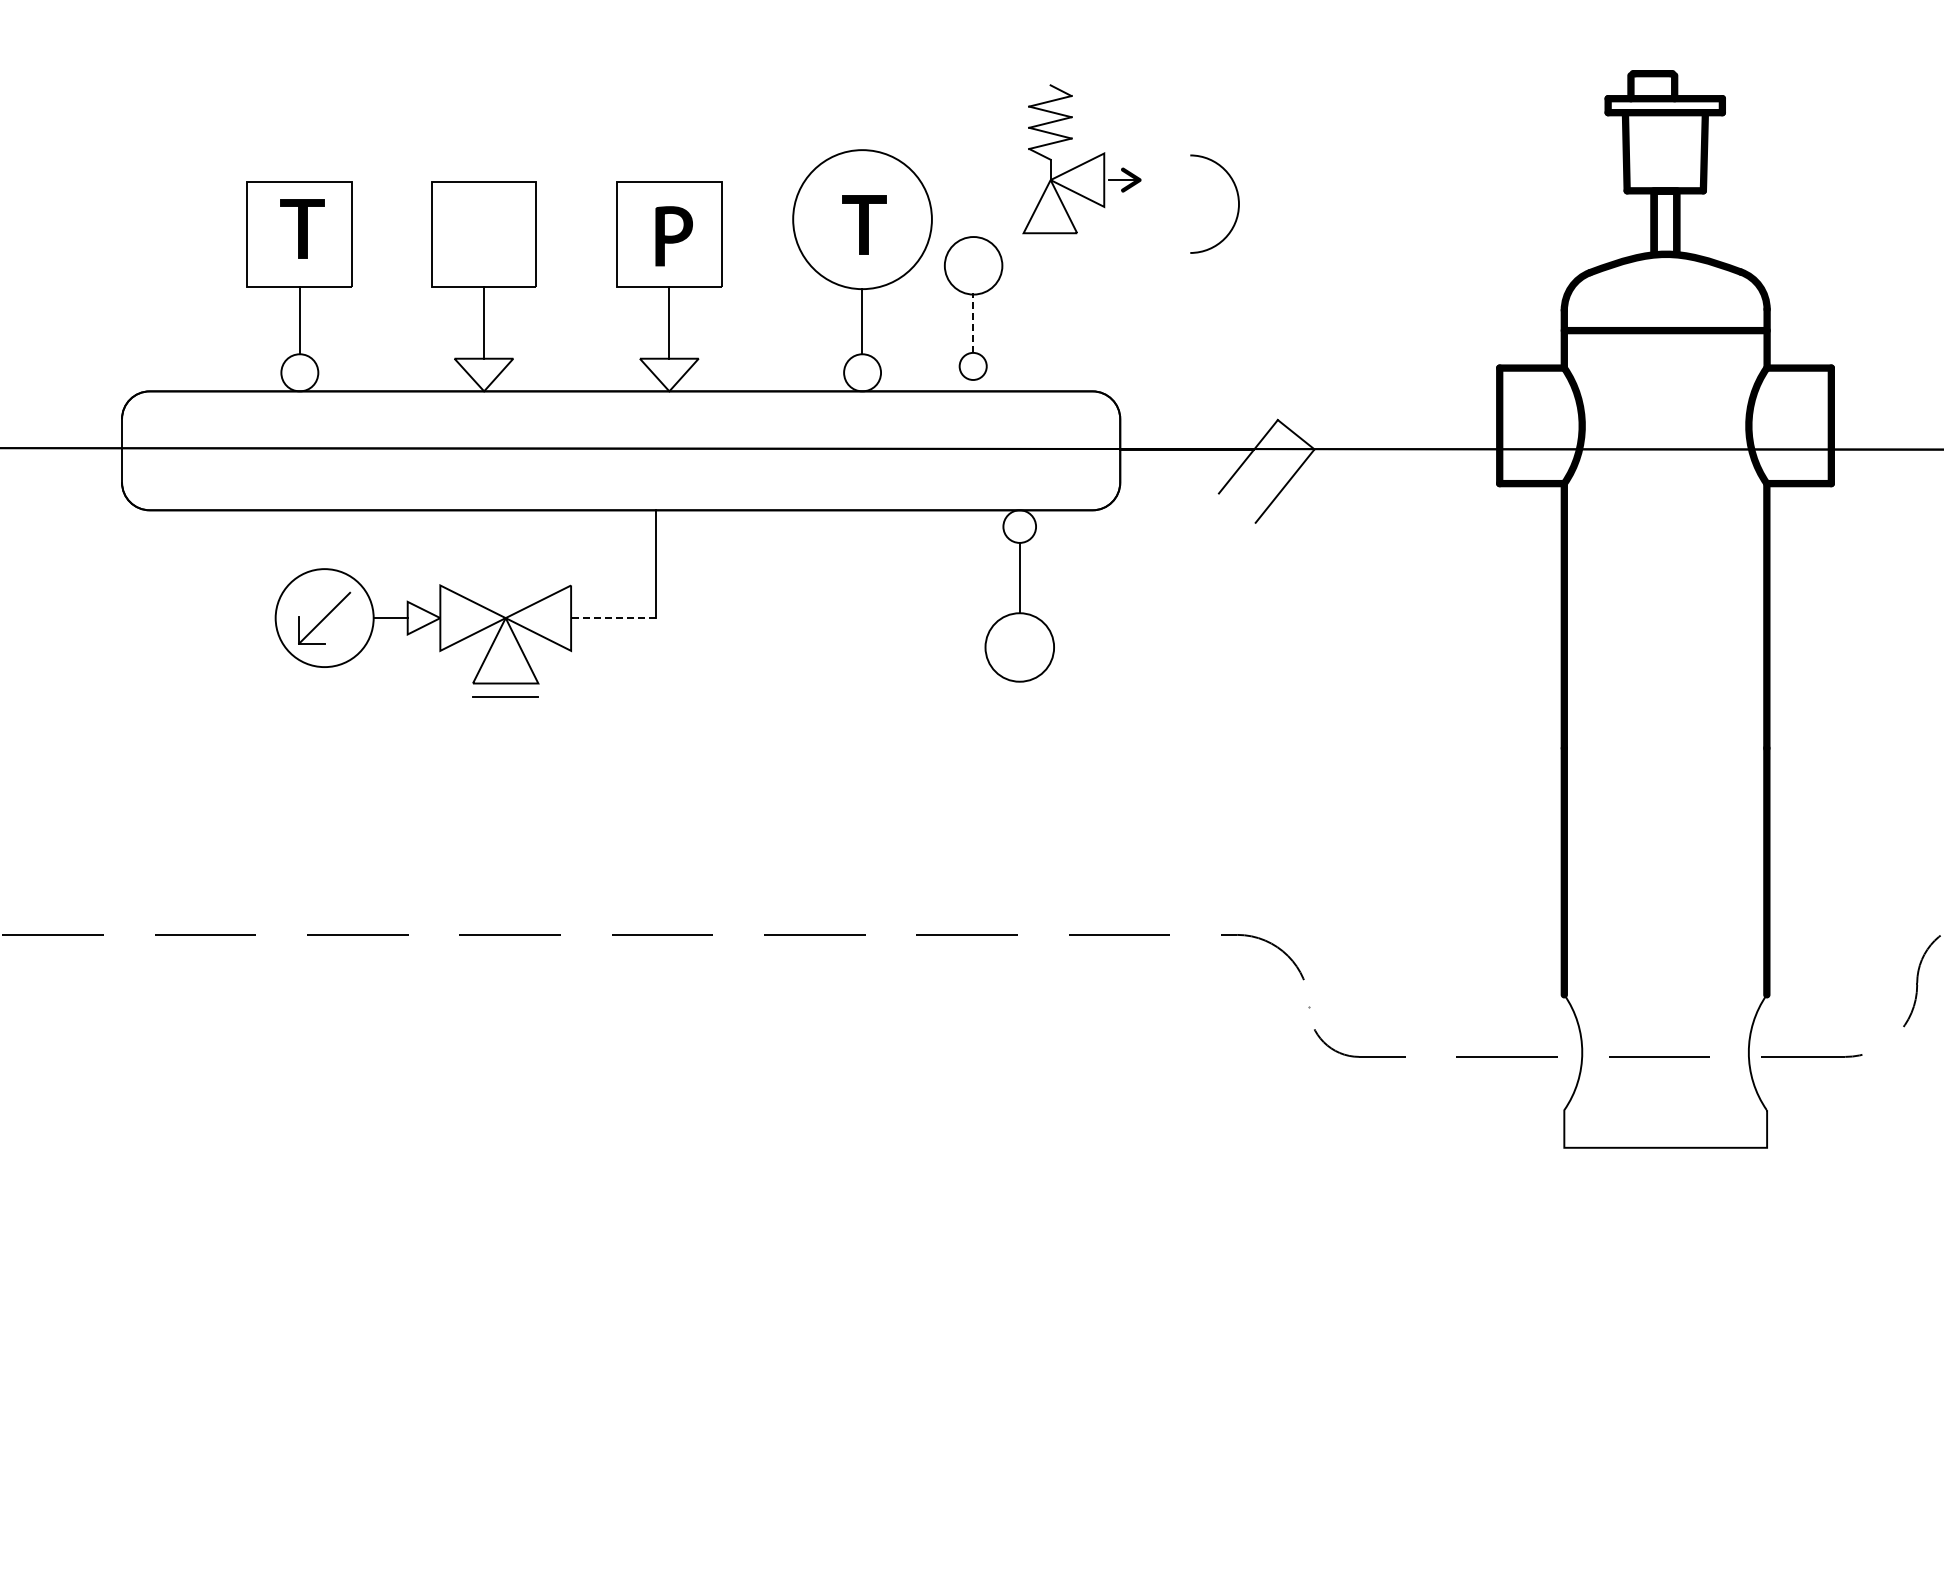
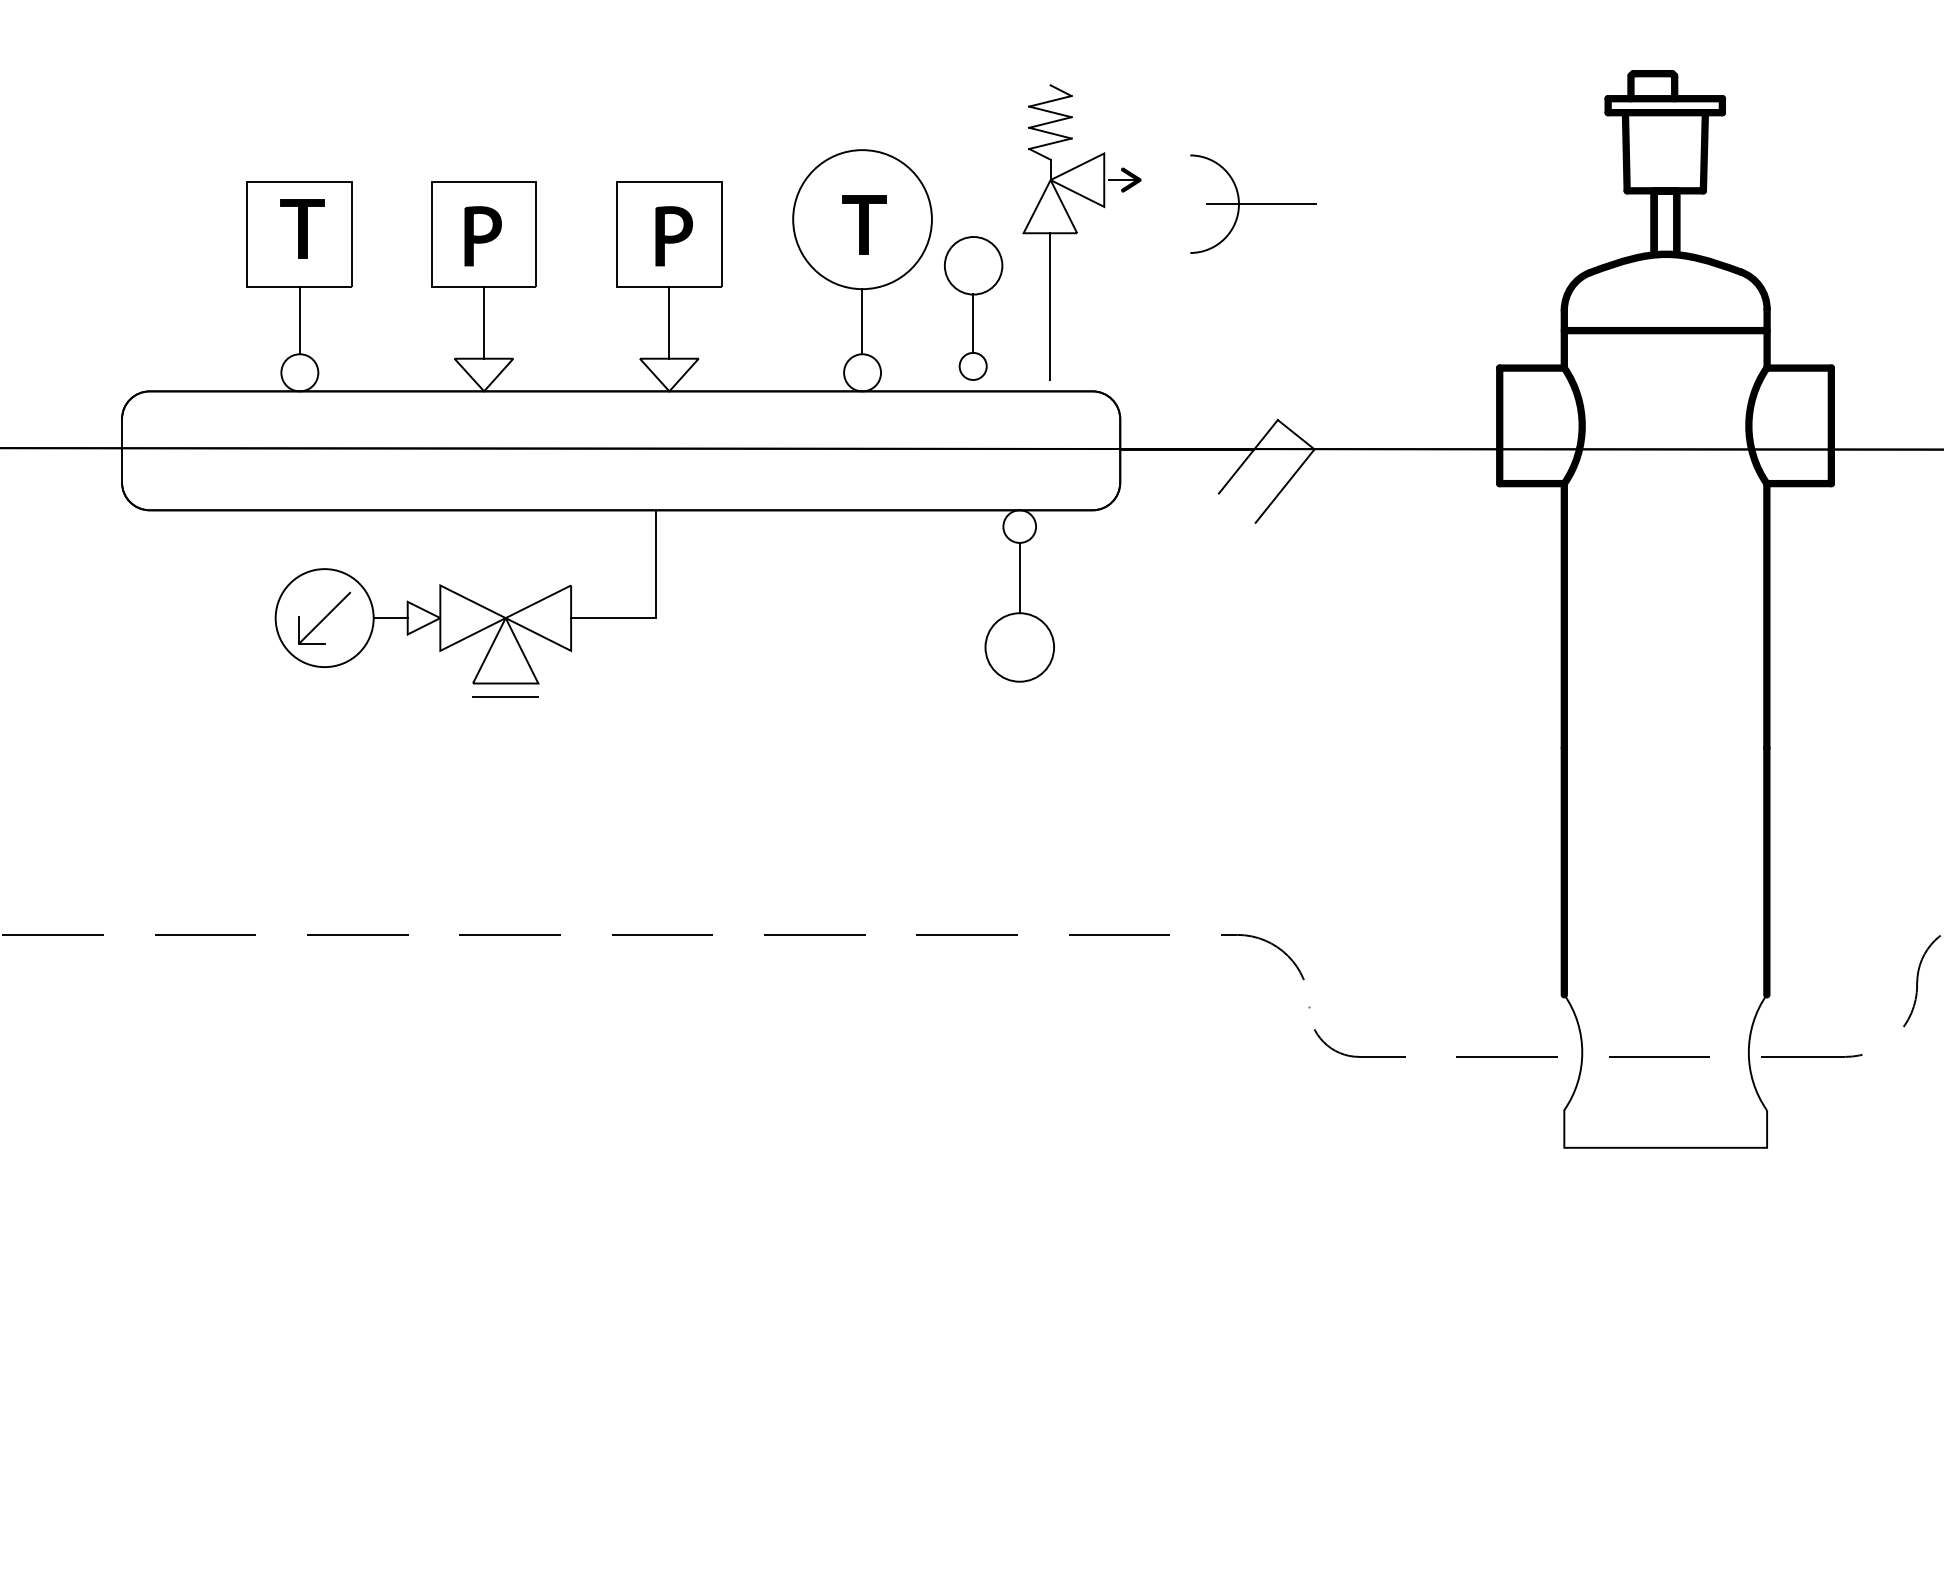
line at (1260, 204): none -> present
part at (482, 236): none -> present
line at (1050, 306): none -> present
line at (973, 323): dashed -> solid
line at (613, 618): dashed -> solid
